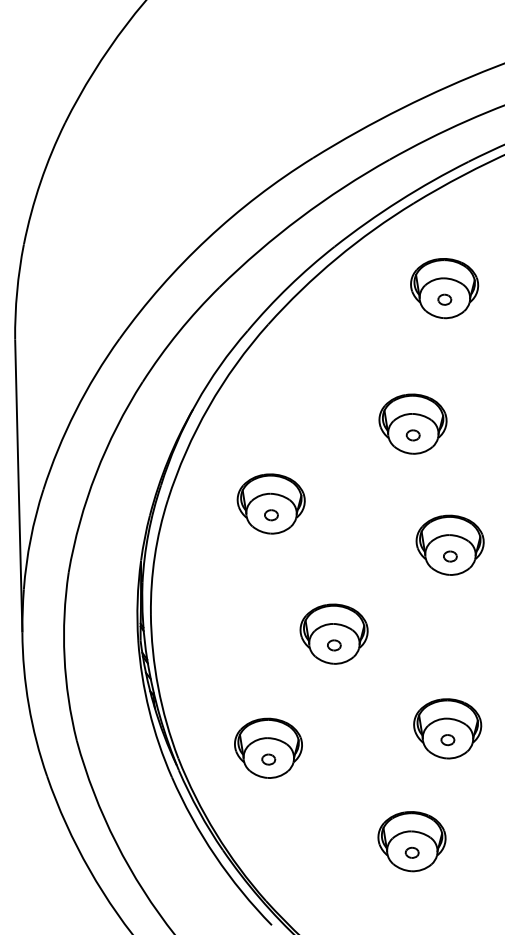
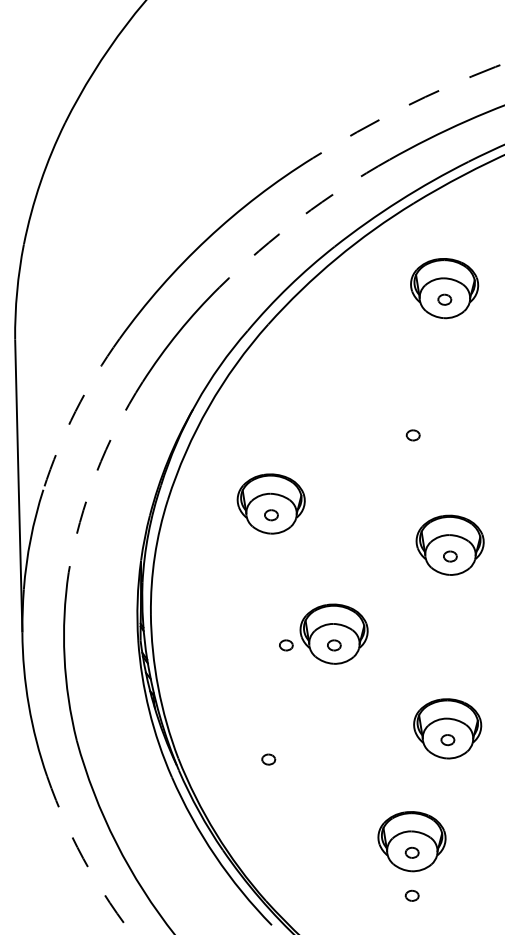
arc at (406, 106): solid -> dashed
arc at (300, 217): solid -> dashed
arc at (75, 411): solid -> dashed
part at (412, 423): present -> none
arc at (96, 473): solid -> dashed
part at (286, 645): none -> present
part at (268, 747): present -> none
arc at (83, 859): solid -> dashed
part at (411, 895): none -> present
